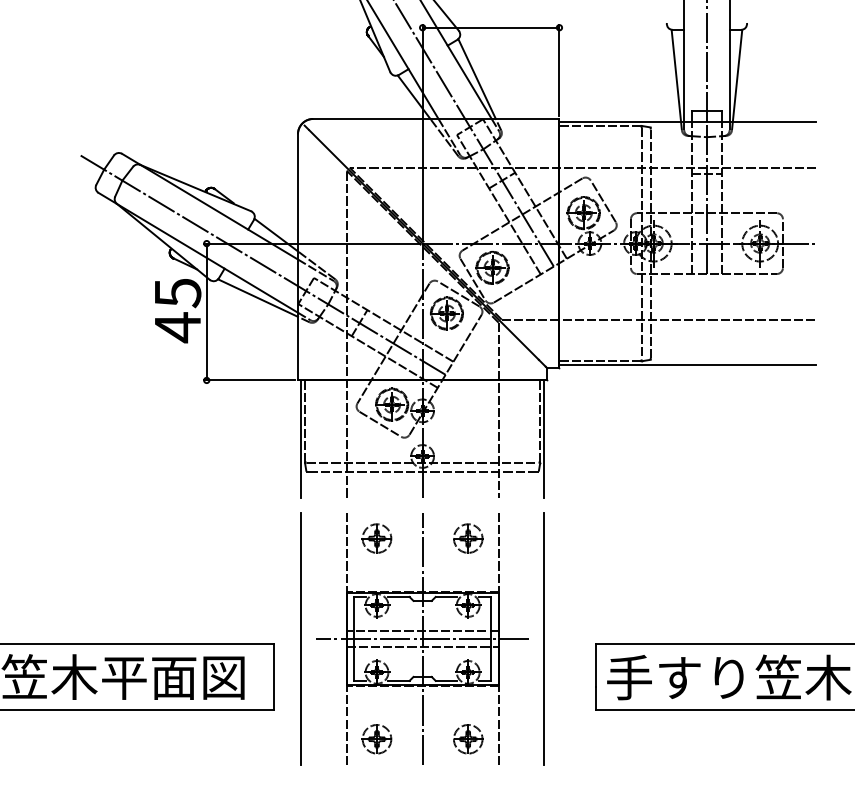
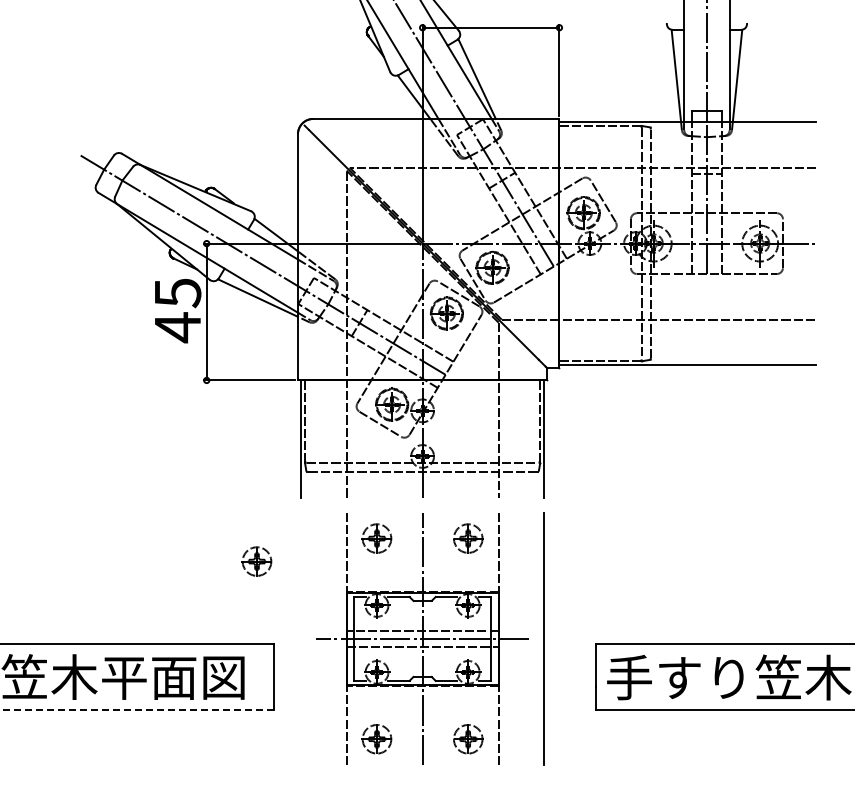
part at (256, 561): none -> present
line at (301, 638): present -> none
line at (137, 710): solid -> dashed
